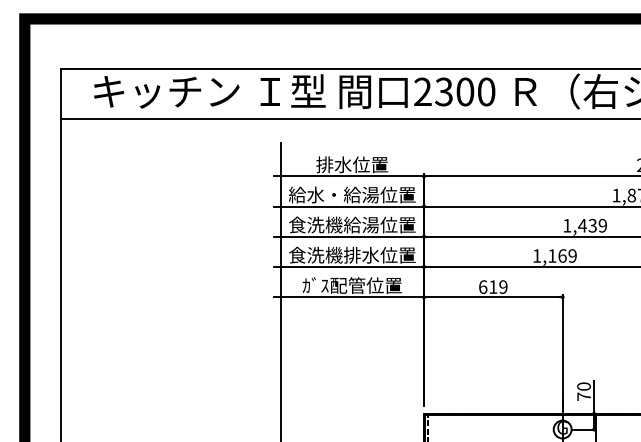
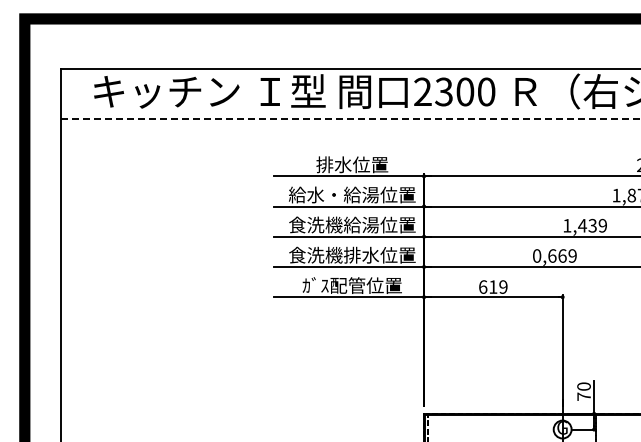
line at (351, 119): solid -> dashed
text at (544, 255): 1,169 -> 0,669
line at (280, 290): present -> none
